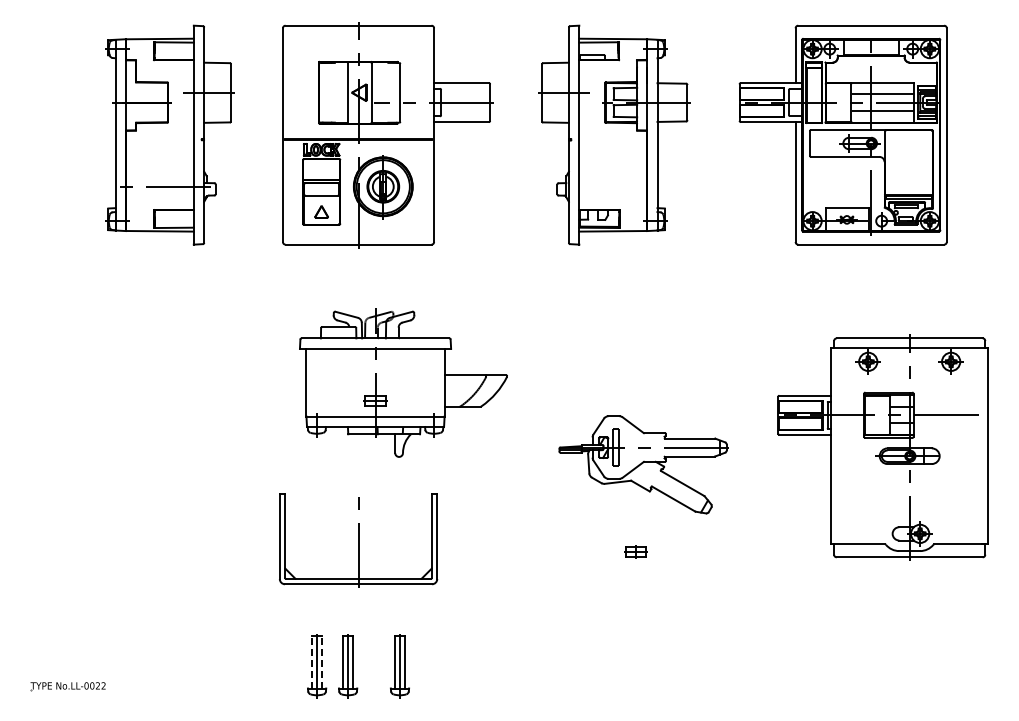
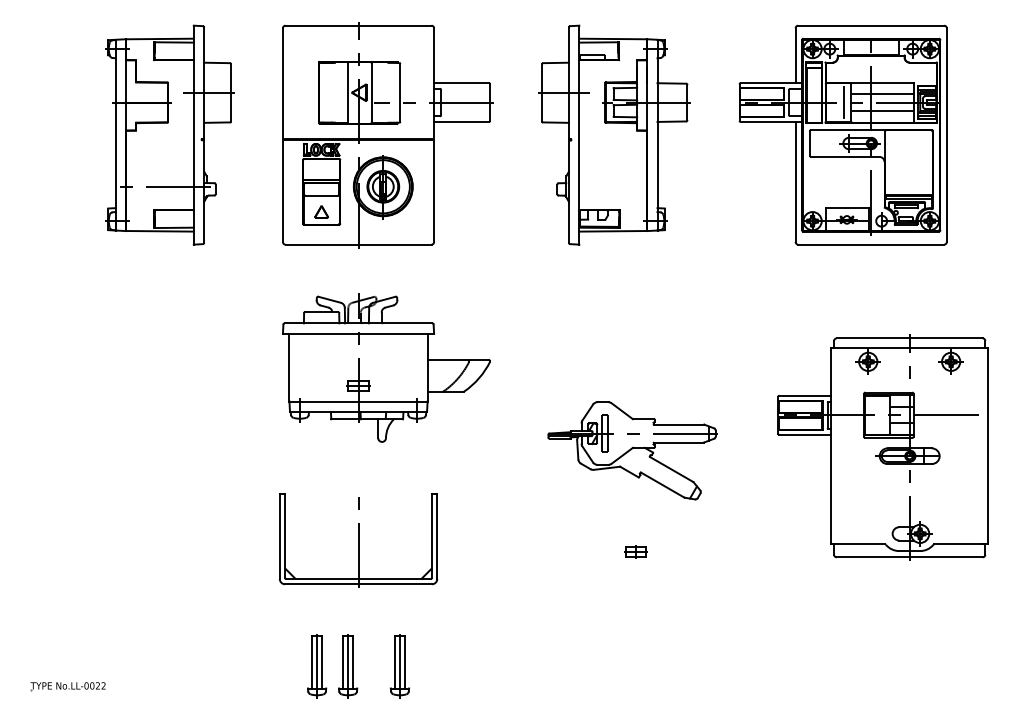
line at (843, 102): none -> present
part at (403, 382) position: (403, 382) -> (386, 367)
part at (643, 464) position: (643, 464) -> (632, 450)
line at (311, 661): dashed -> solid
line at (322, 661): dashed -> solid
